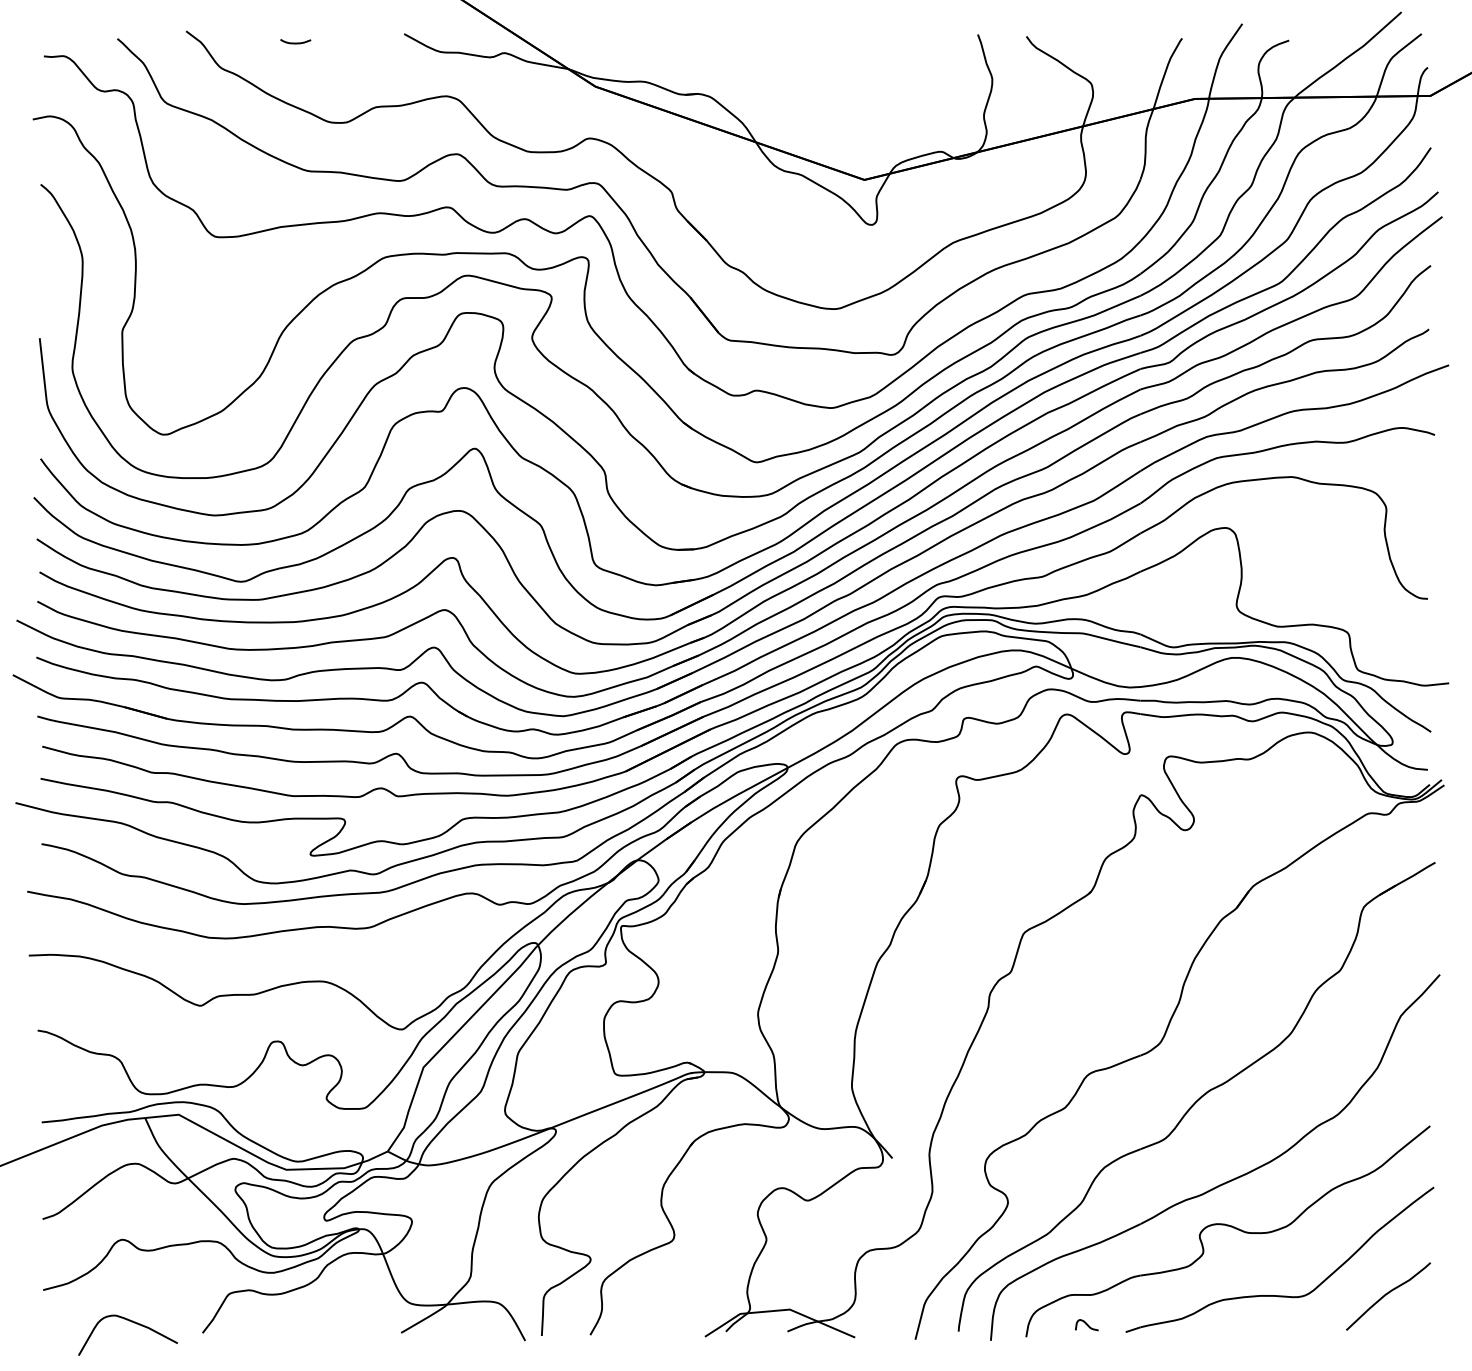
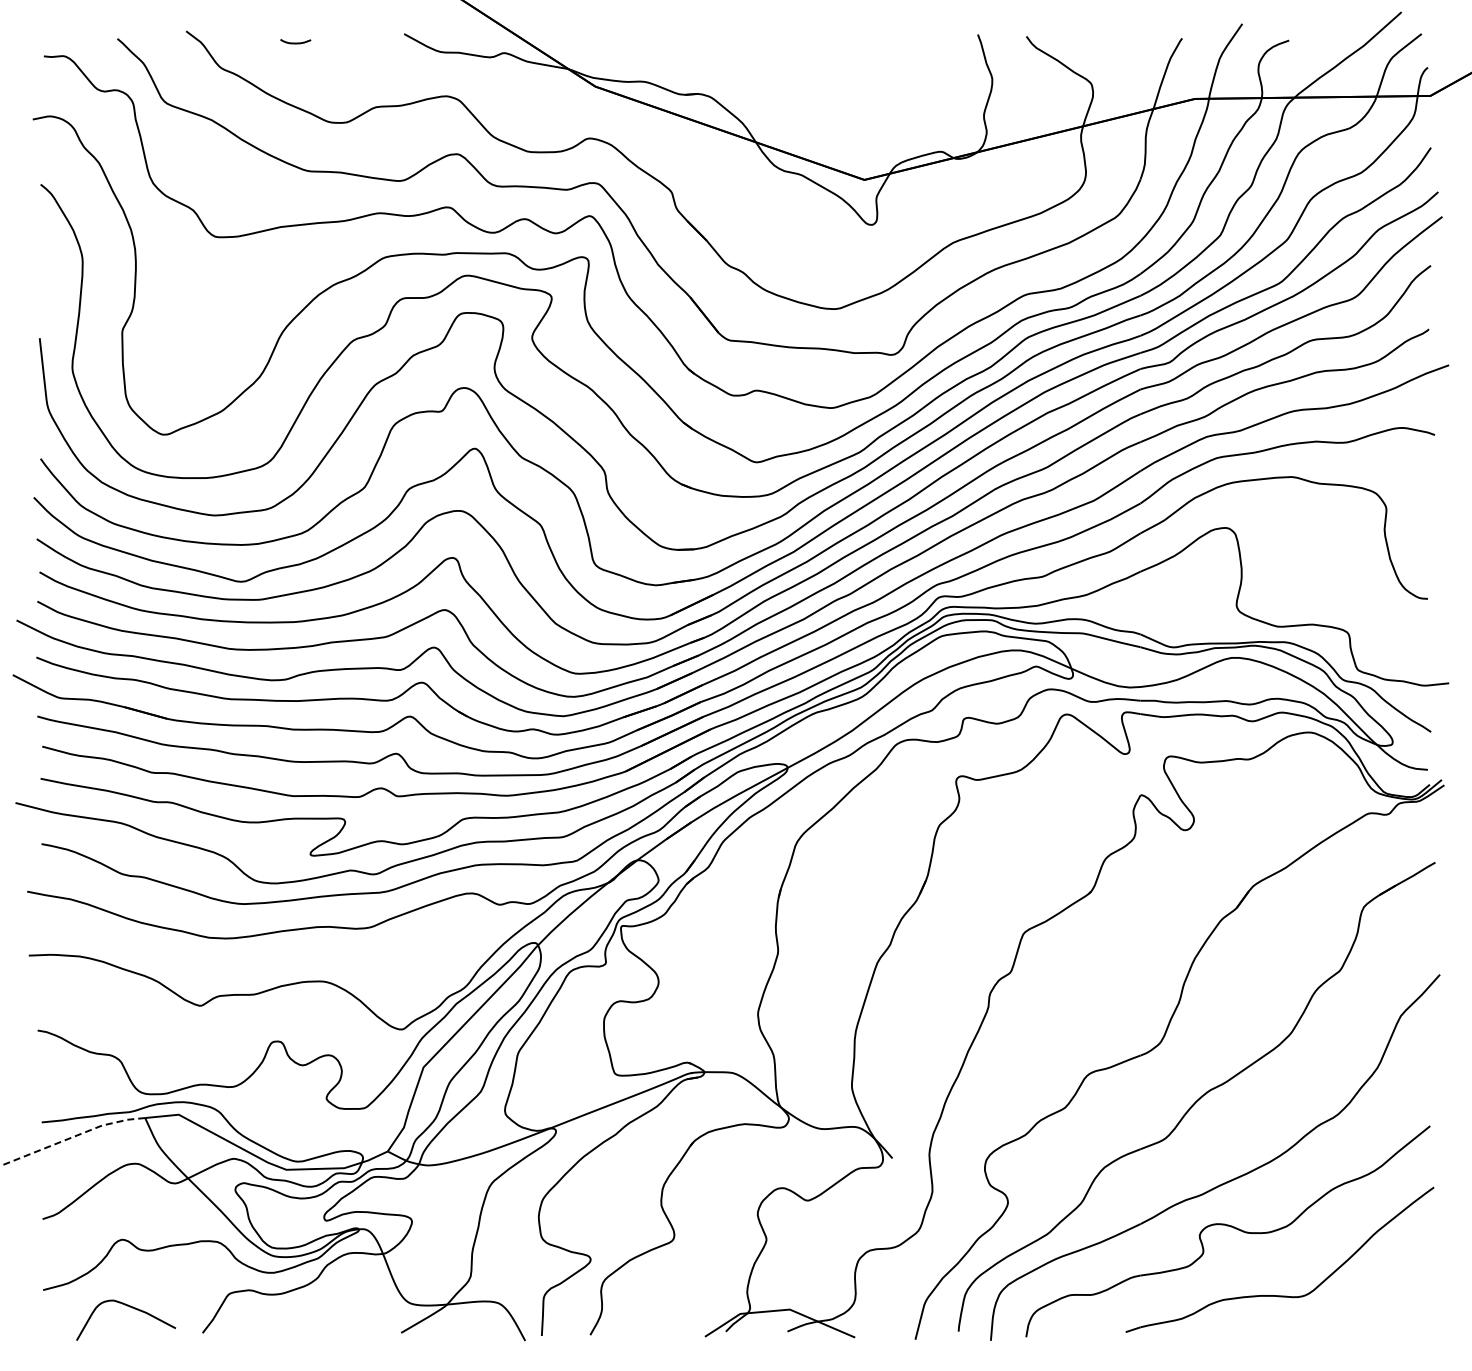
line at (72, 1137): solid -> dashed
curve at (1387, 1294): present -> none
curve at (131, 1322) position: (131, 1322) -> (129, 1307)
curve at (1086, 1325): present -> none
